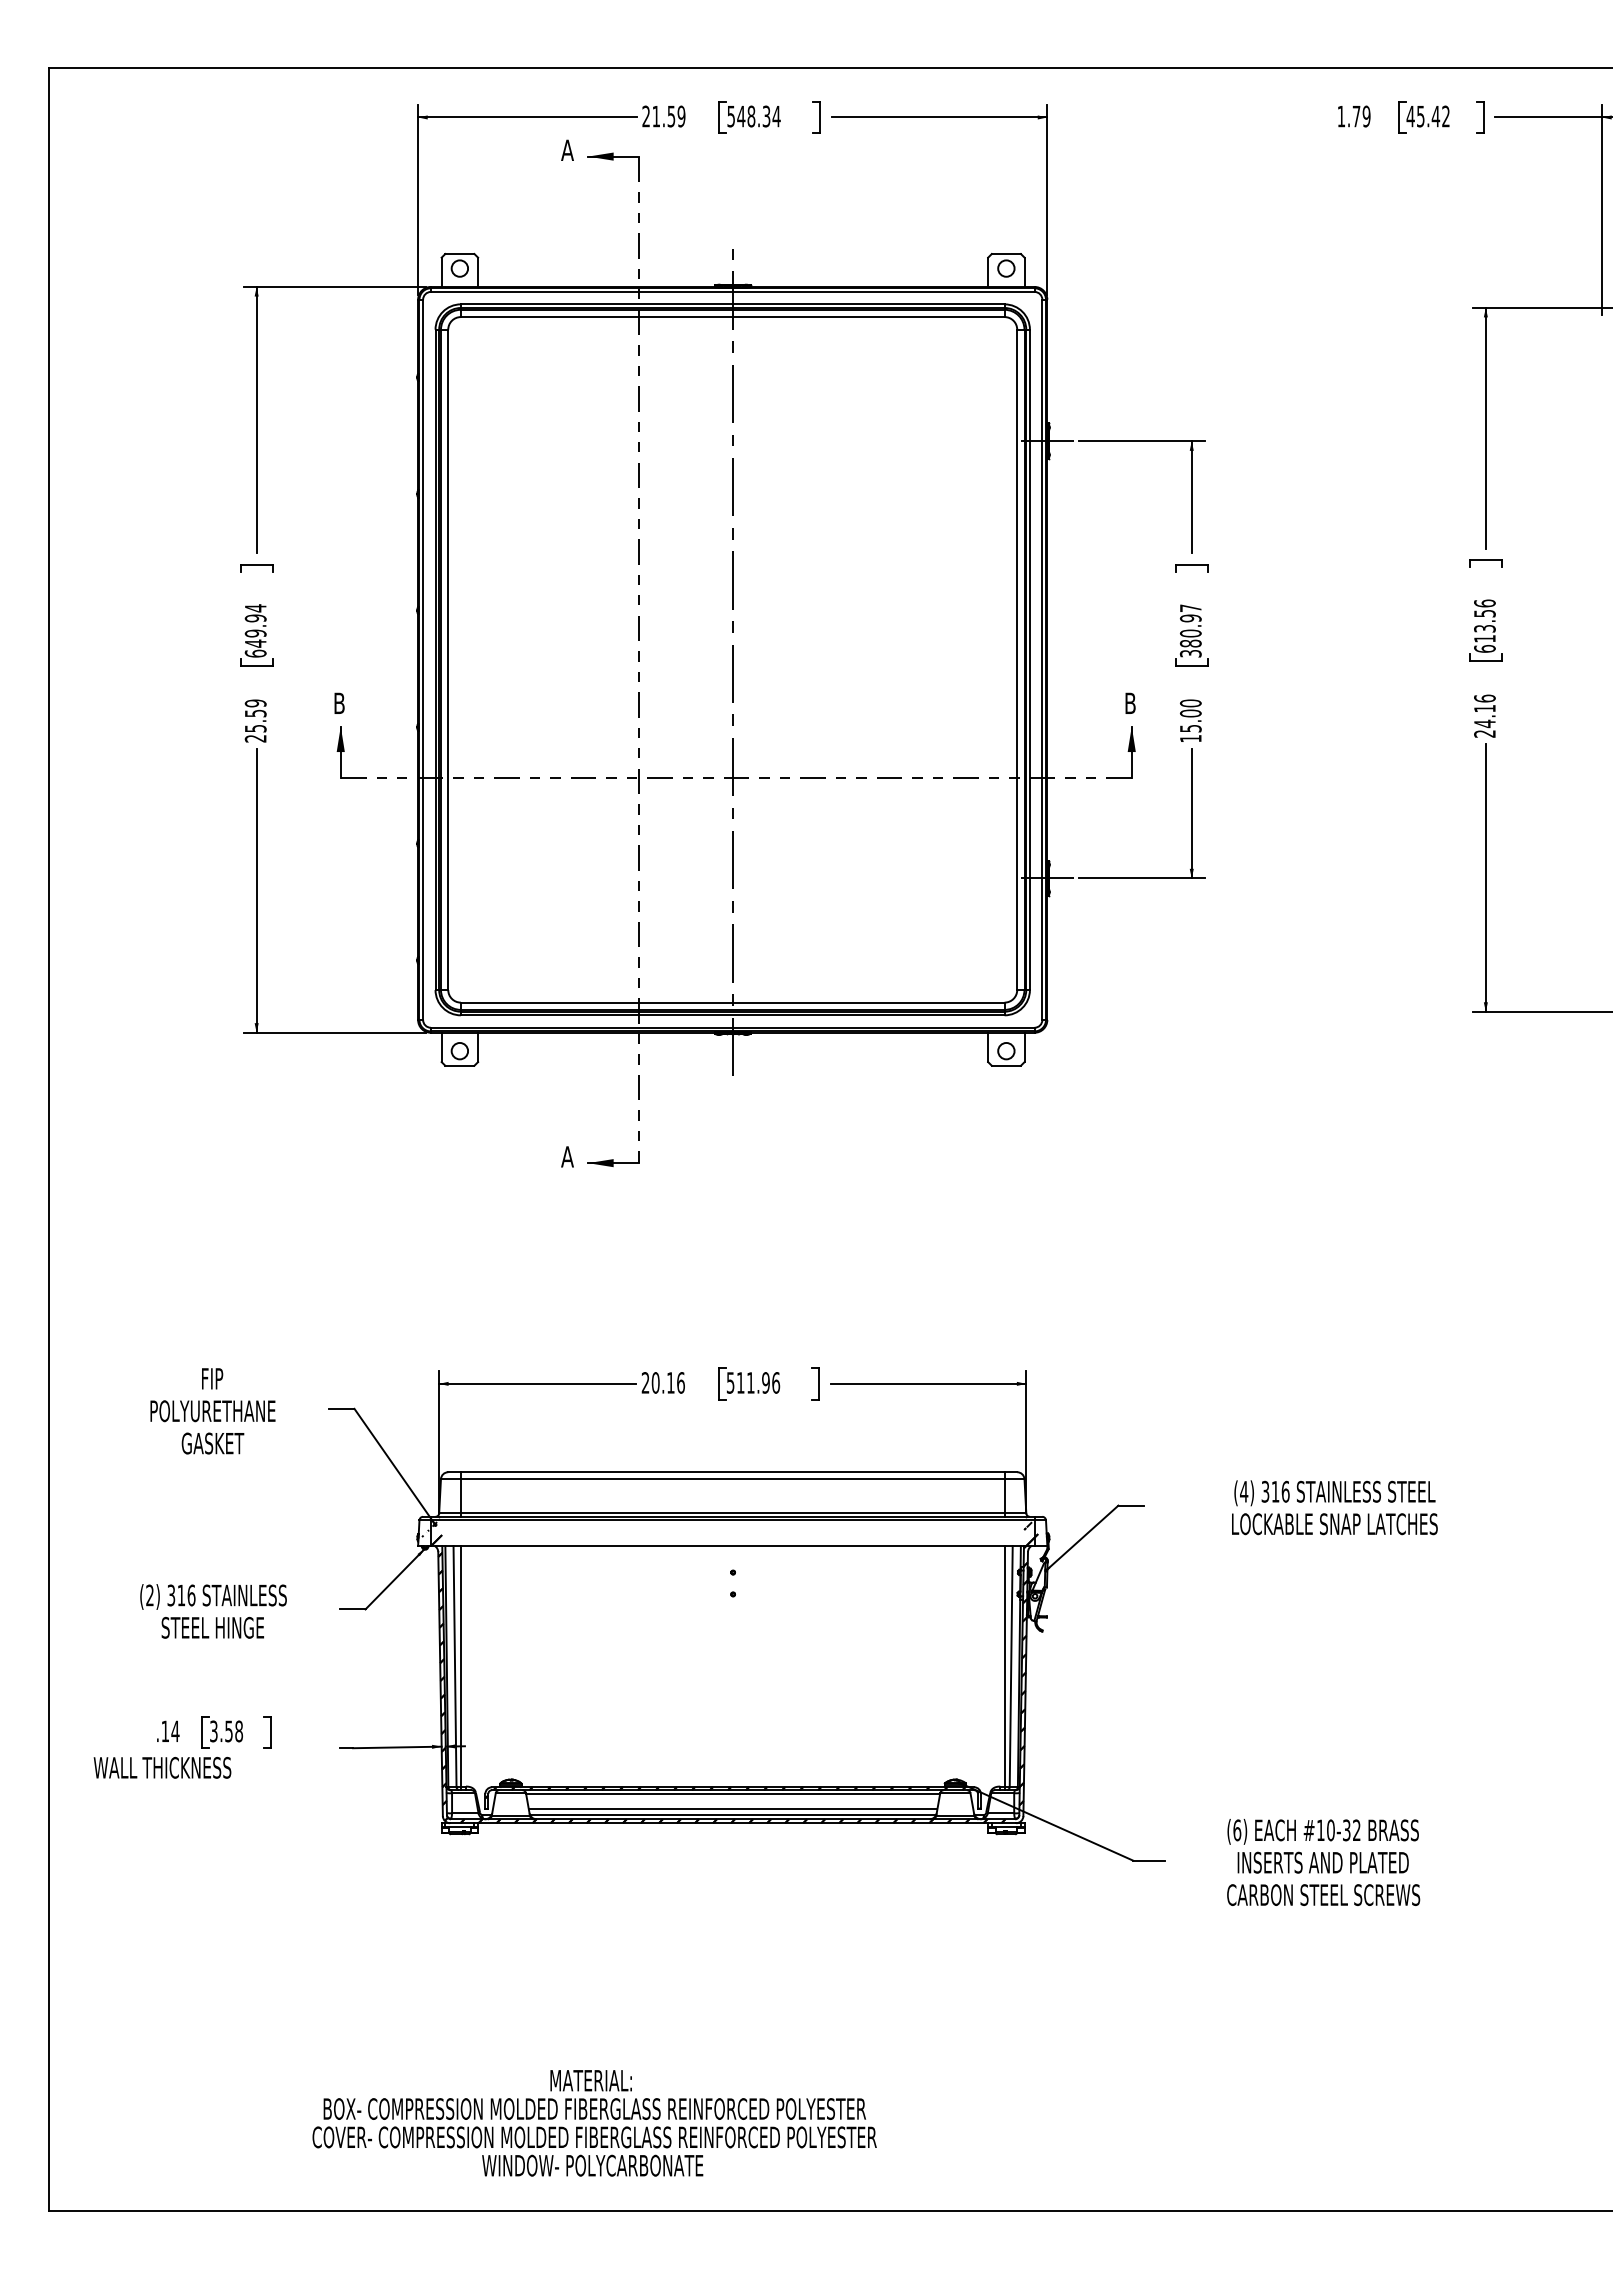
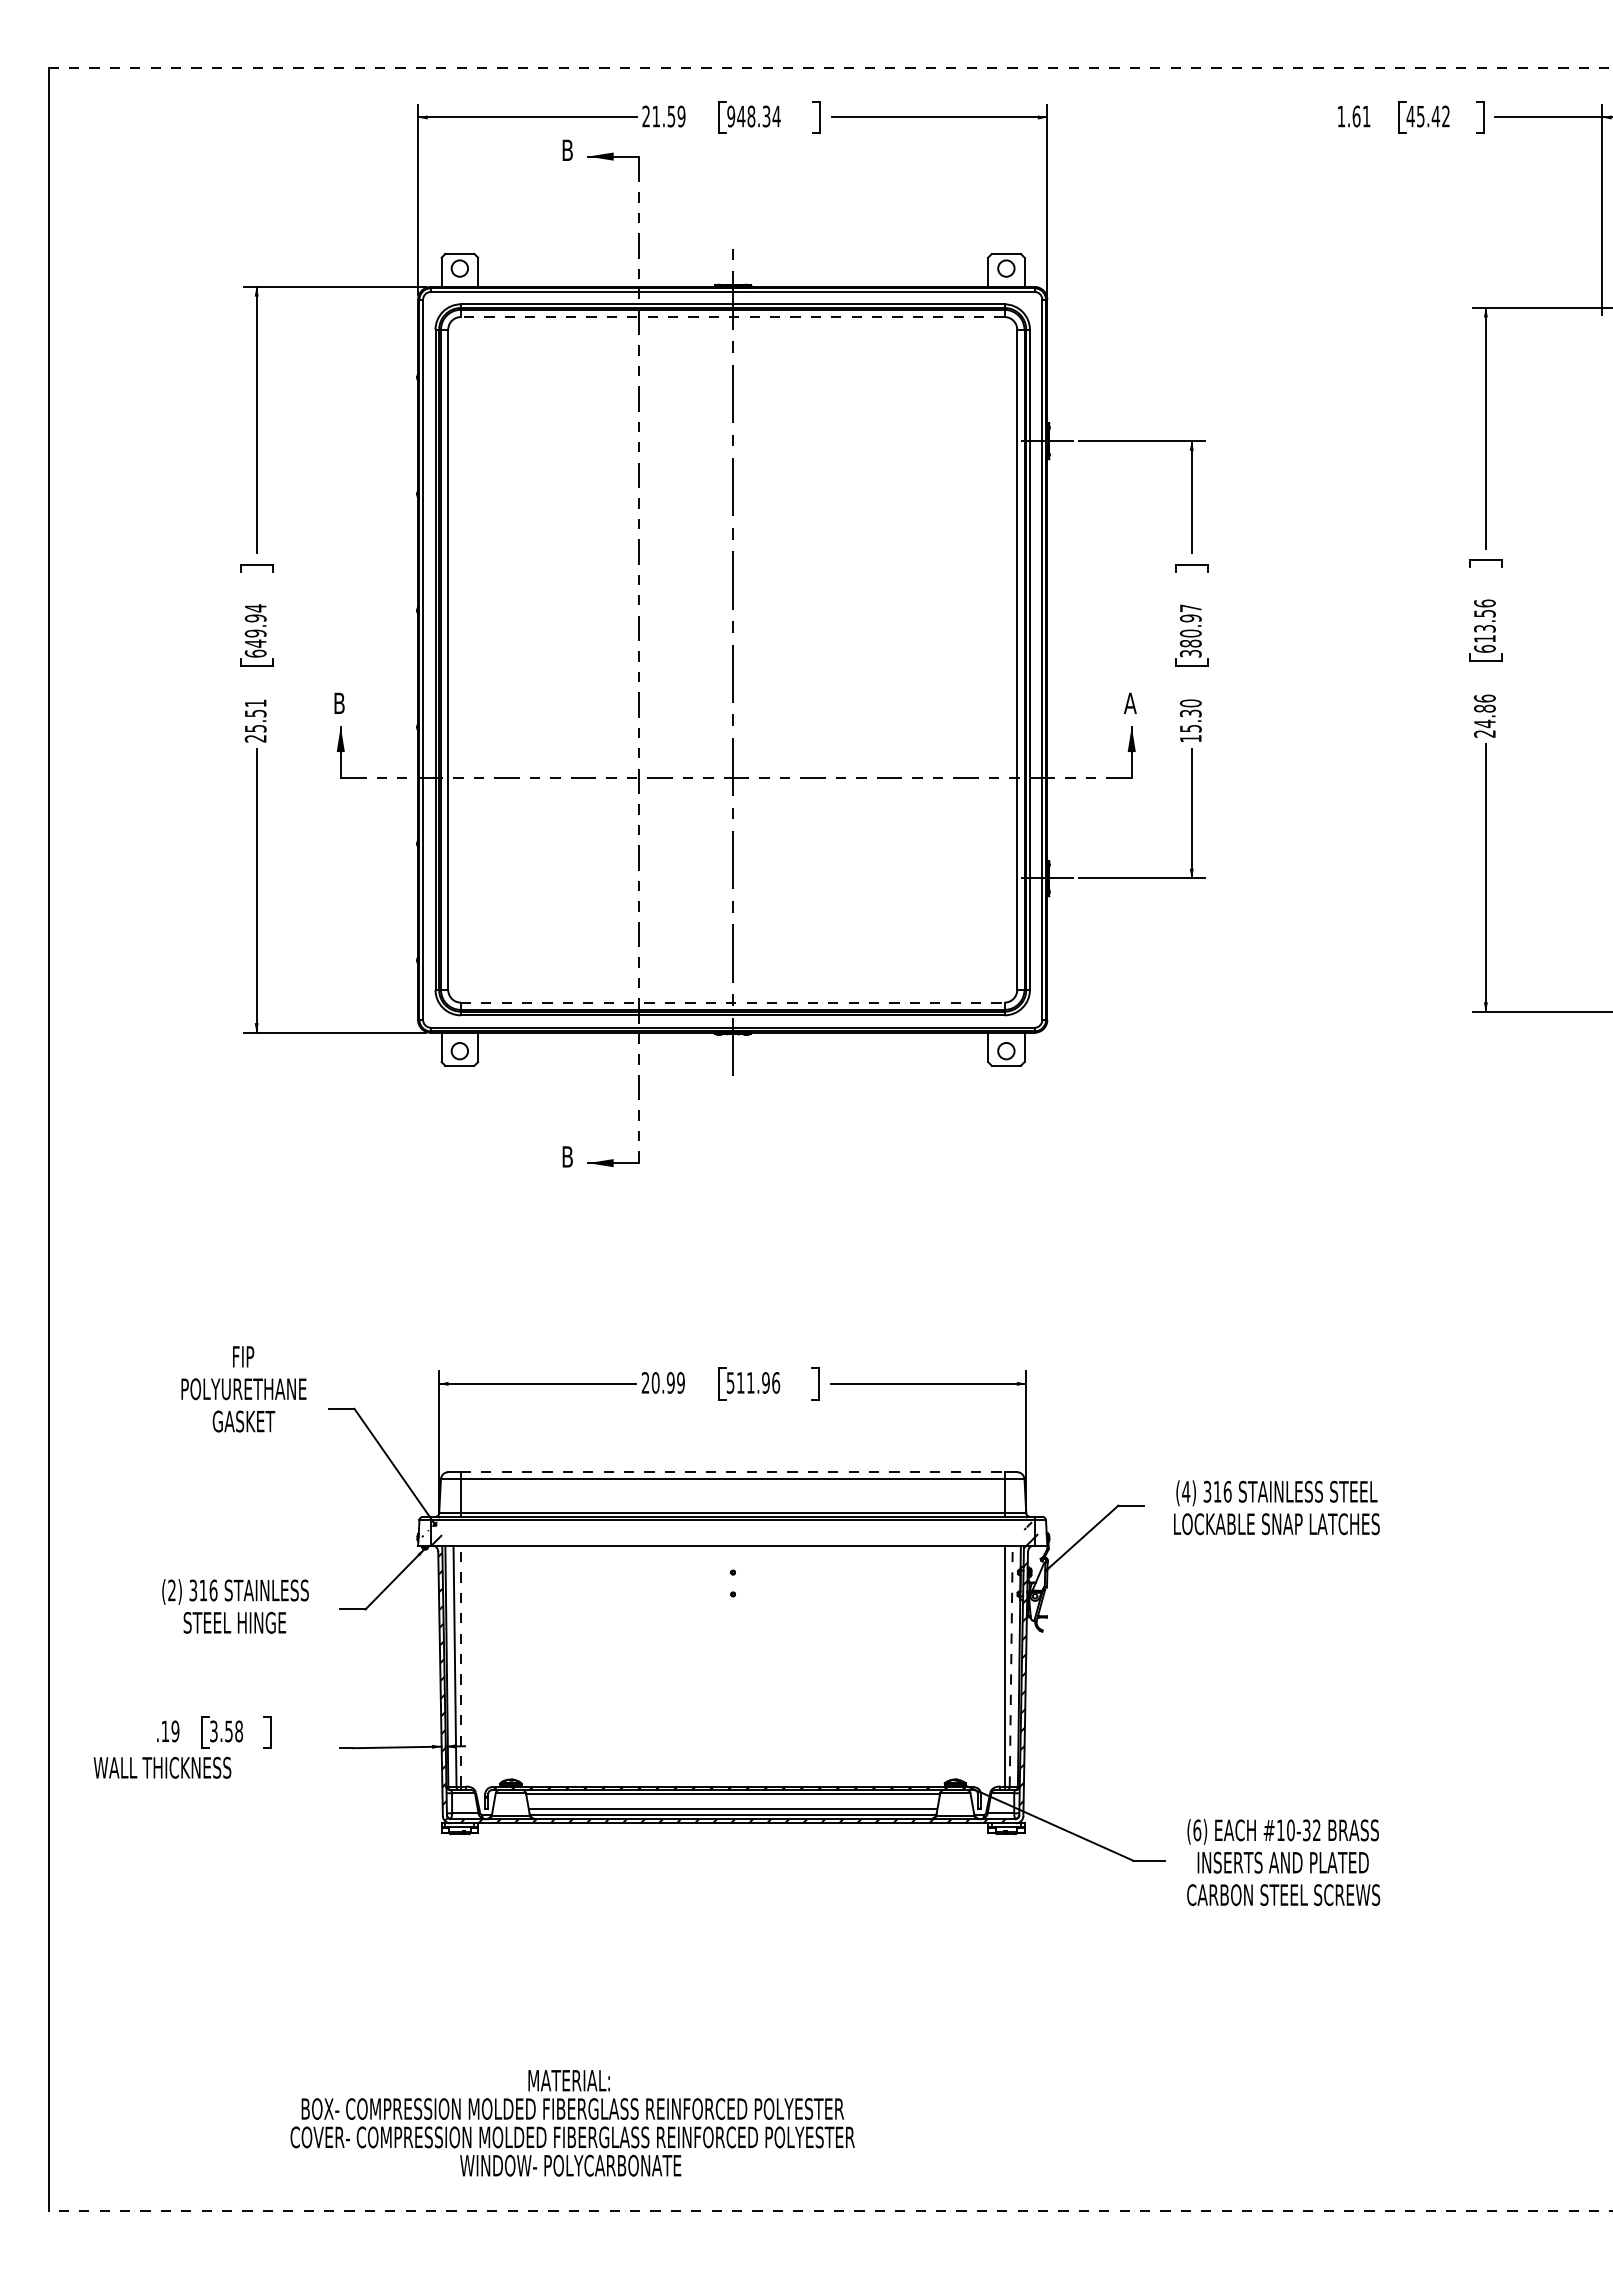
line at (830, 68): solid -> dashed
text at (731, 116): 548.34 -> 948.34
text at (1361, 116): 1.79 -> 1.61
text at (567, 149): A -> B
line at (732, 317): solid -> dashed
text at (1130, 702): B -> A
text at (255, 703): 25.59 -> 25.51
text at (1484, 708): 24.16 -> 24.86
text at (1190, 713): 15.00 -> 15.30
line at (732, 1002): solid -> dashed
text at (567, 1156): A -> B
text at (675, 1382): 20.16 -> 20.99
text at (212, 1411) position: (212, 1411) -> (243, 1389)
line at (732, 1472): solid -> dashed
text at (1334, 1507) position: (1334, 1507) -> (1276, 1507)
text at (213, 1611) position: (213, 1611) -> (235, 1606)
line at (461, 1665): solid -> dashed
line at (1011, 1665): solid -> dashed
hatch at (733, 1675): present -> none
text at (175, 1731): .14 -> .19
text at (1323, 1862) position: (1323, 1862) -> (1283, 1862)
text at (594, 2123) position: (594, 2123) -> (572, 2123)
line at (830, 2210): solid -> dashed
